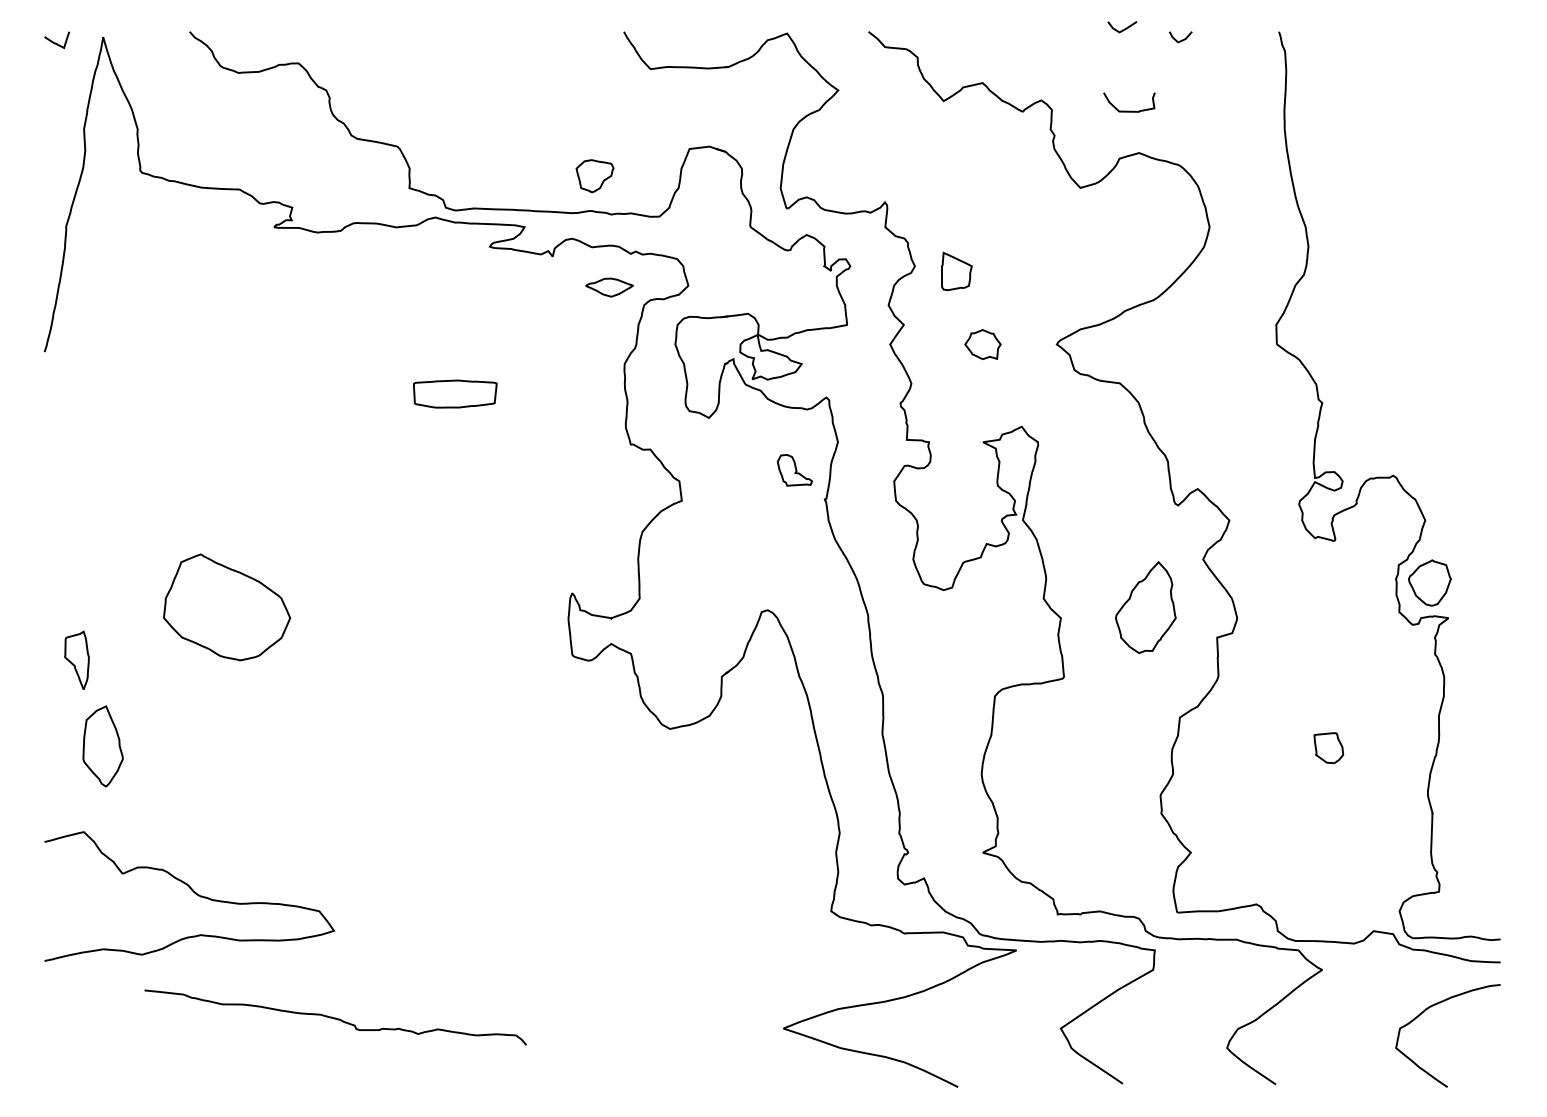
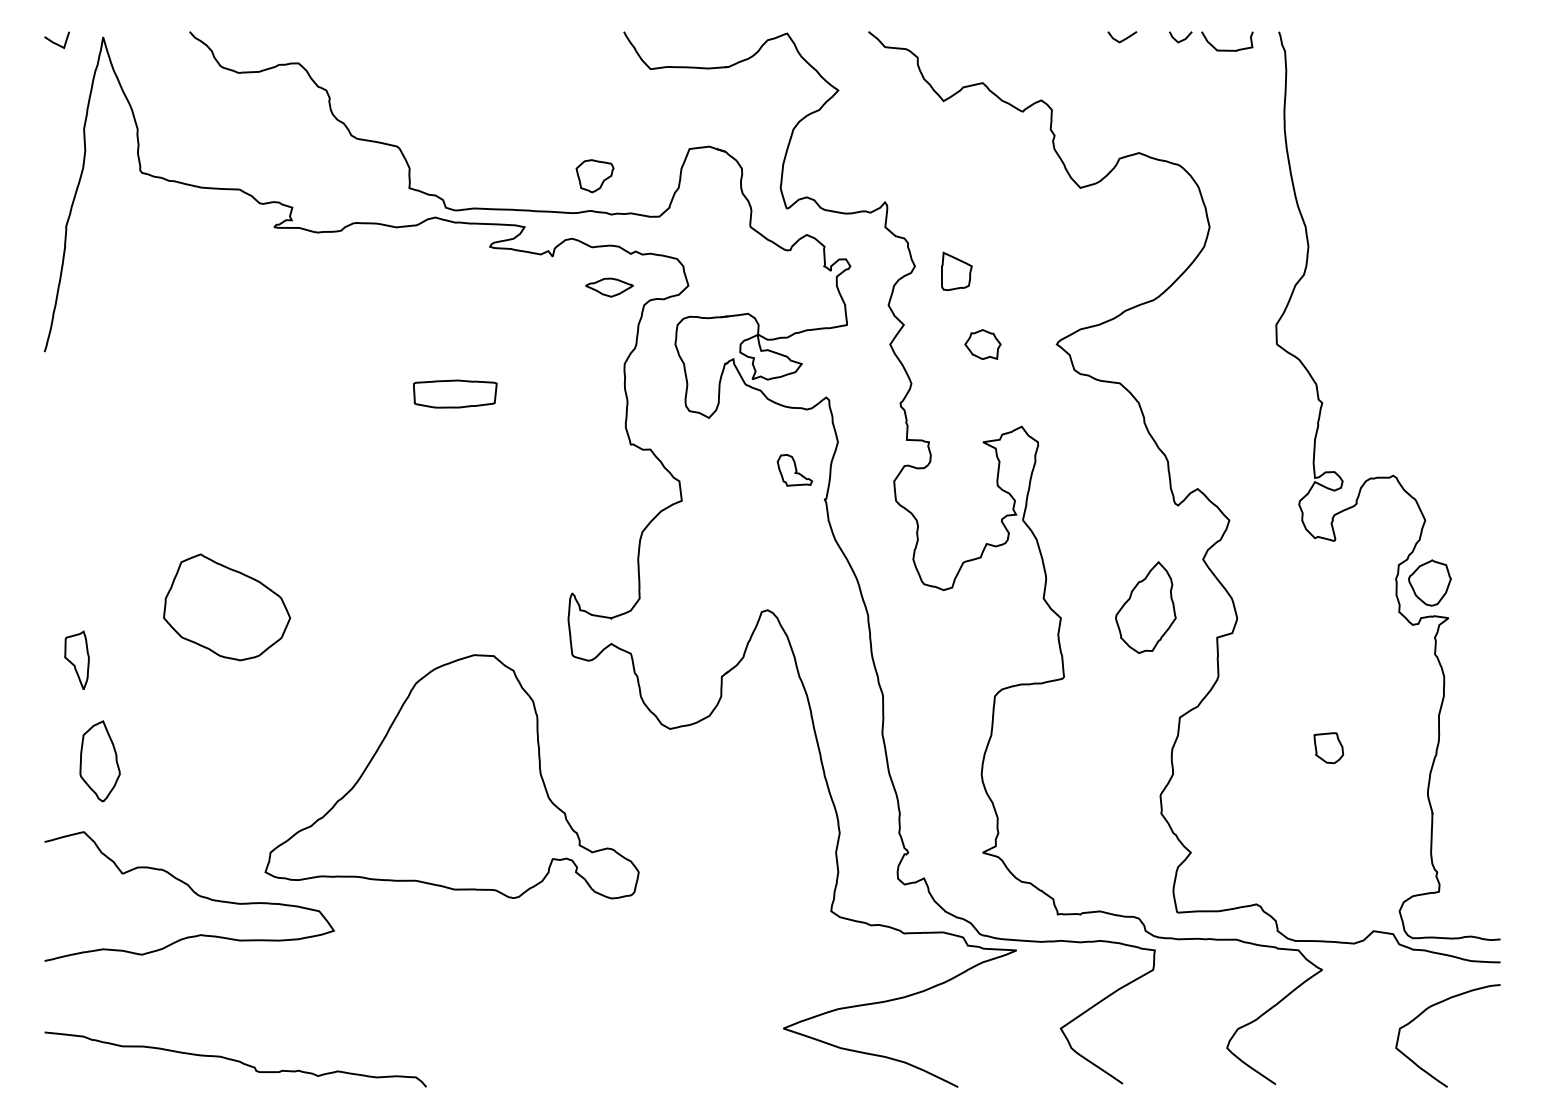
line at (1122, 29) position: (1122, 29) -> (1122, 39)
curve at (1129, 110) position: (1129, 110) -> (1227, 49)
part at (102, 746) position: (102, 746) -> (99, 761)
part at (451, 776): none -> present
curve at (335, 1017) position: (335, 1017) -> (235, 1059)
